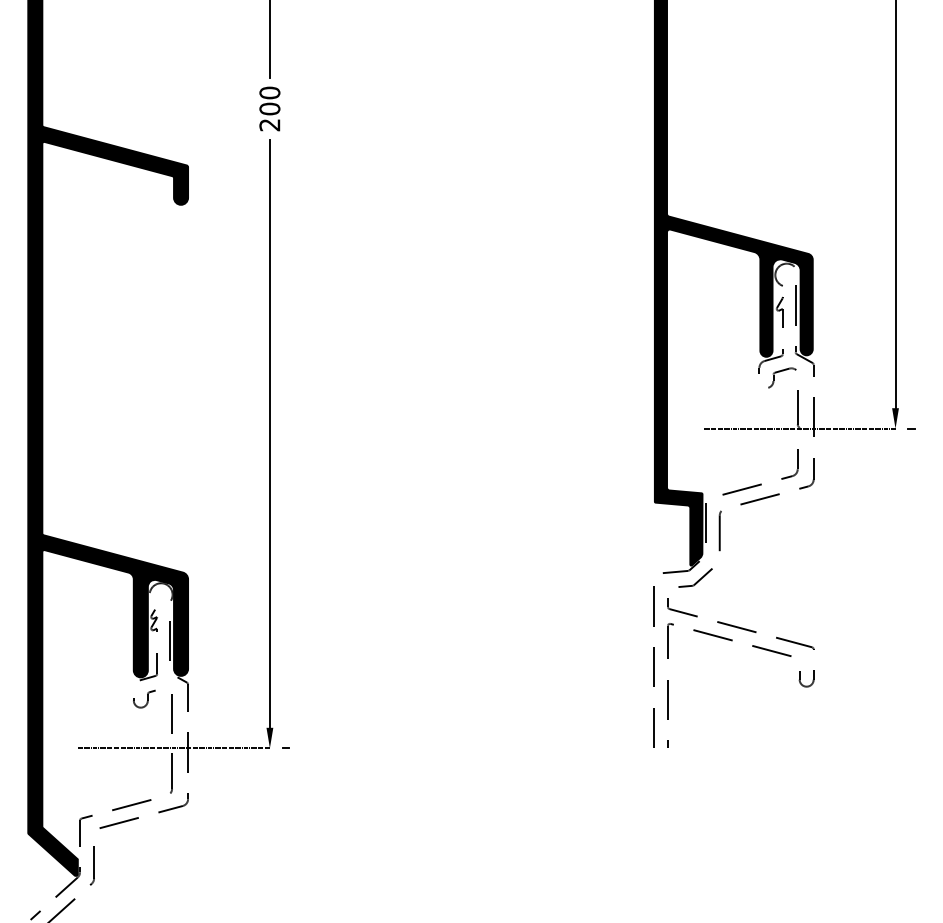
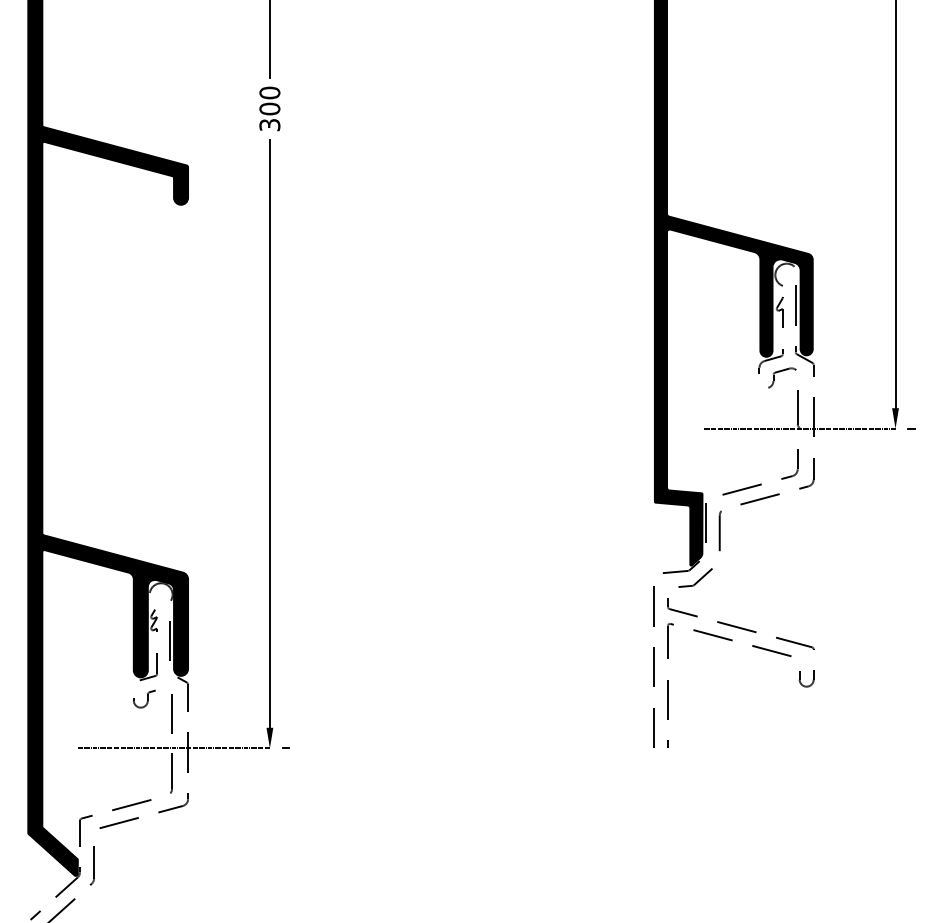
text at (269, 125): 200 -> 300
